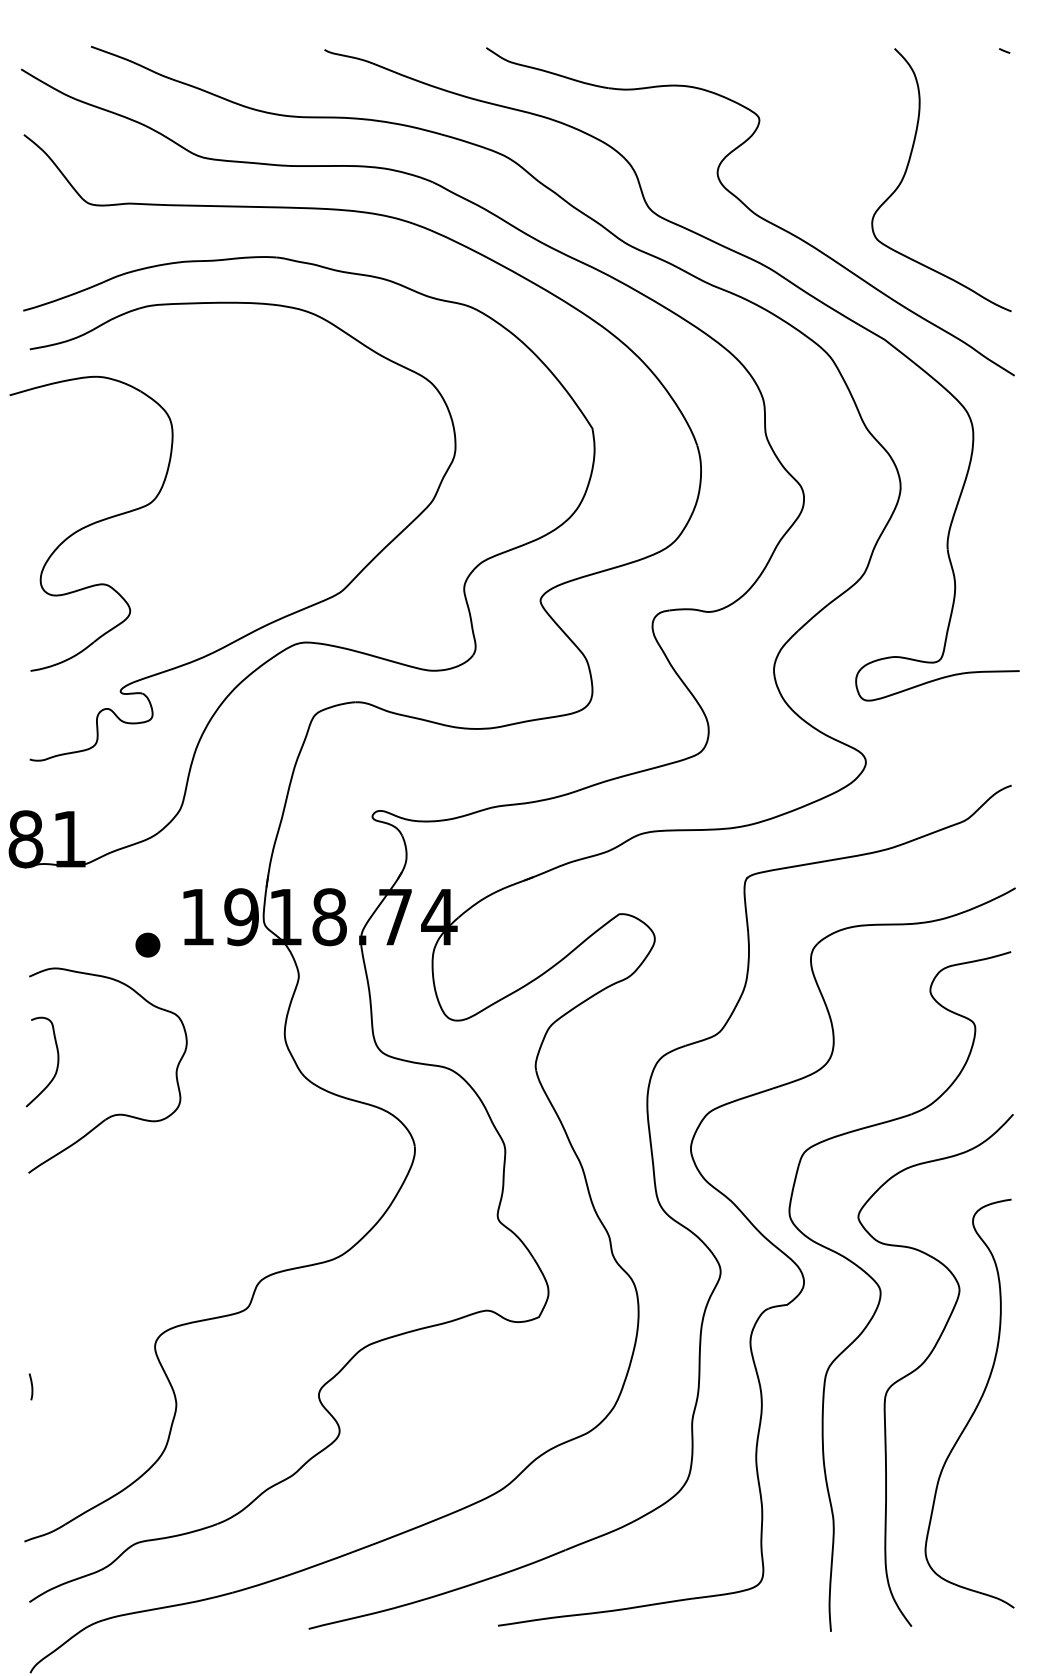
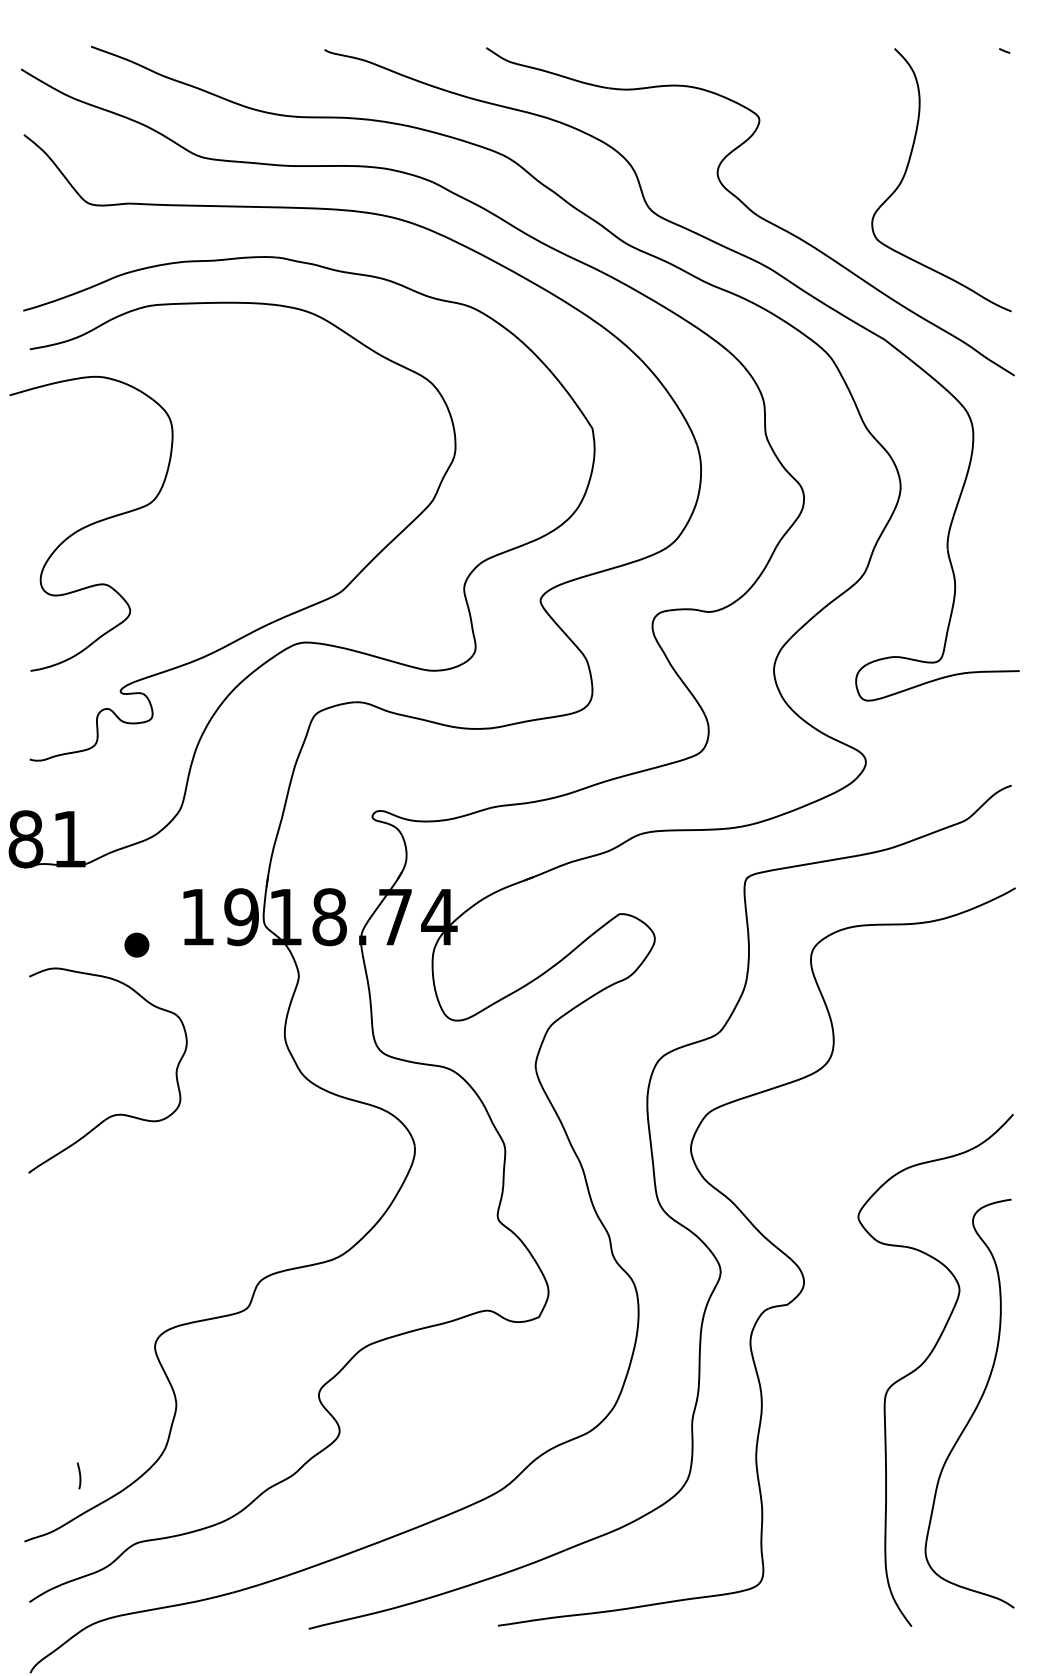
part at (147, 944) position: (147, 944) -> (136, 944)
curve at (56, 1066): present -> none
part at (881, 1291): present -> none
curve at (31, 1386) position: (31, 1386) -> (79, 1475)
